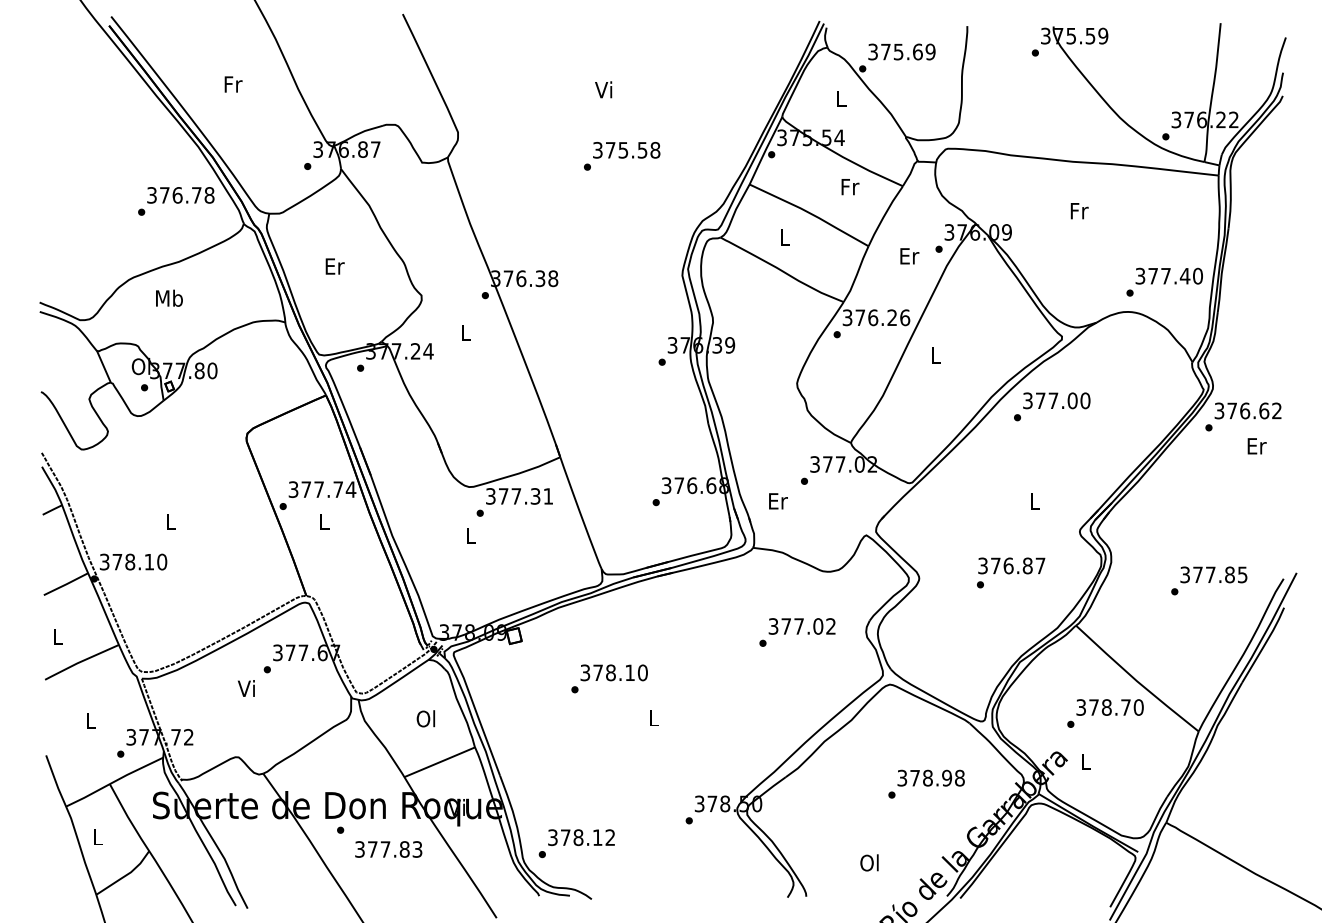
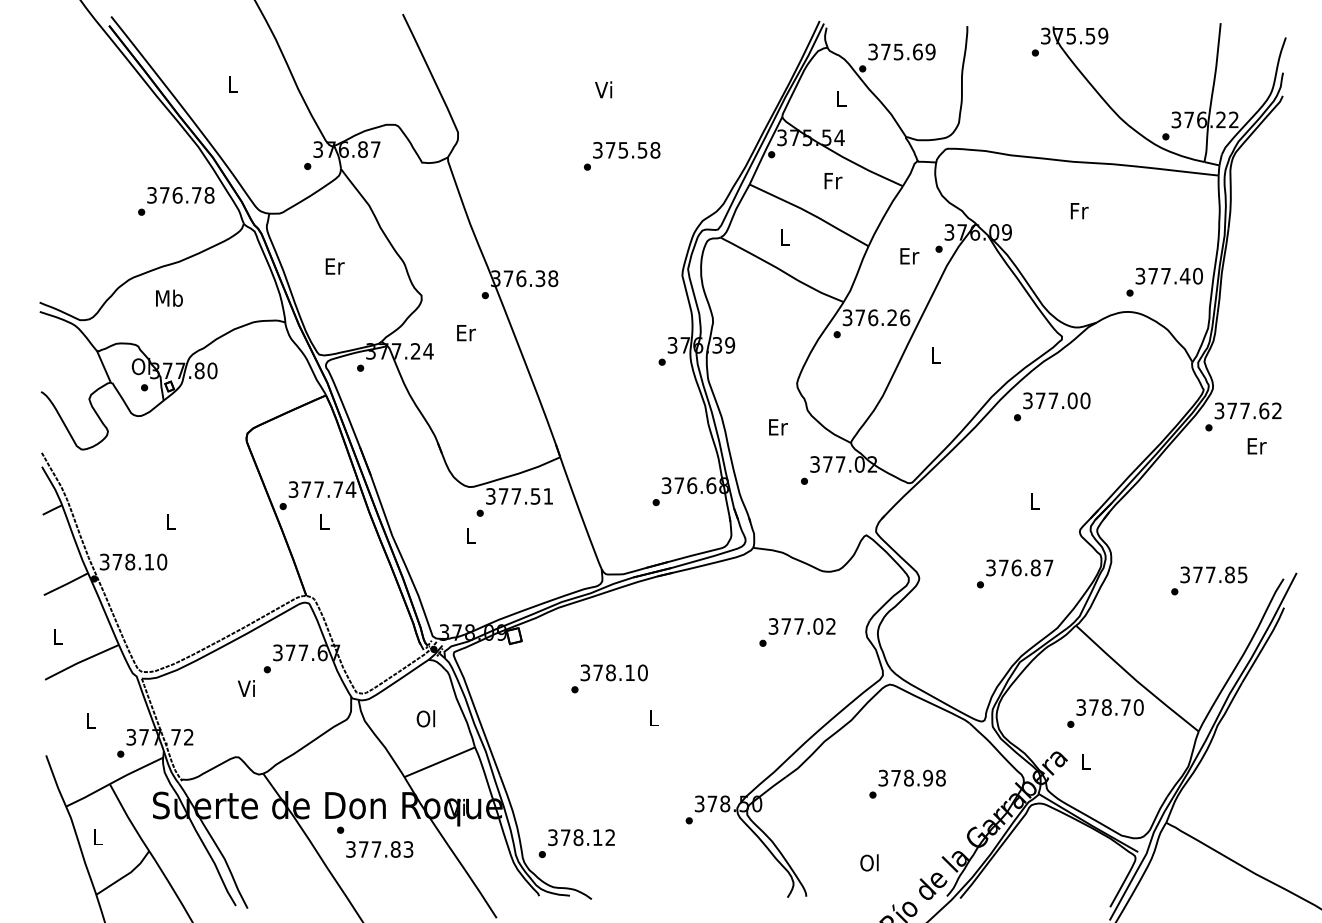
text at (233, 84): Fr -> L
text at (850, 187) position: (850, 187) -> (833, 181)
text at (466, 333): L -> Er
text at (1245, 410): 376.62 -> 377.62
text at (535, 495): 377.31 -> 377.51
text at (778, 501) position: (778, 501) -> (778, 427)
text at (1011, 565) position: (1011, 565) -> (1019, 567)
text at (926, 783) position: (926, 783) -> (907, 783)
text at (388, 849) position: (388, 849) -> (379, 849)
